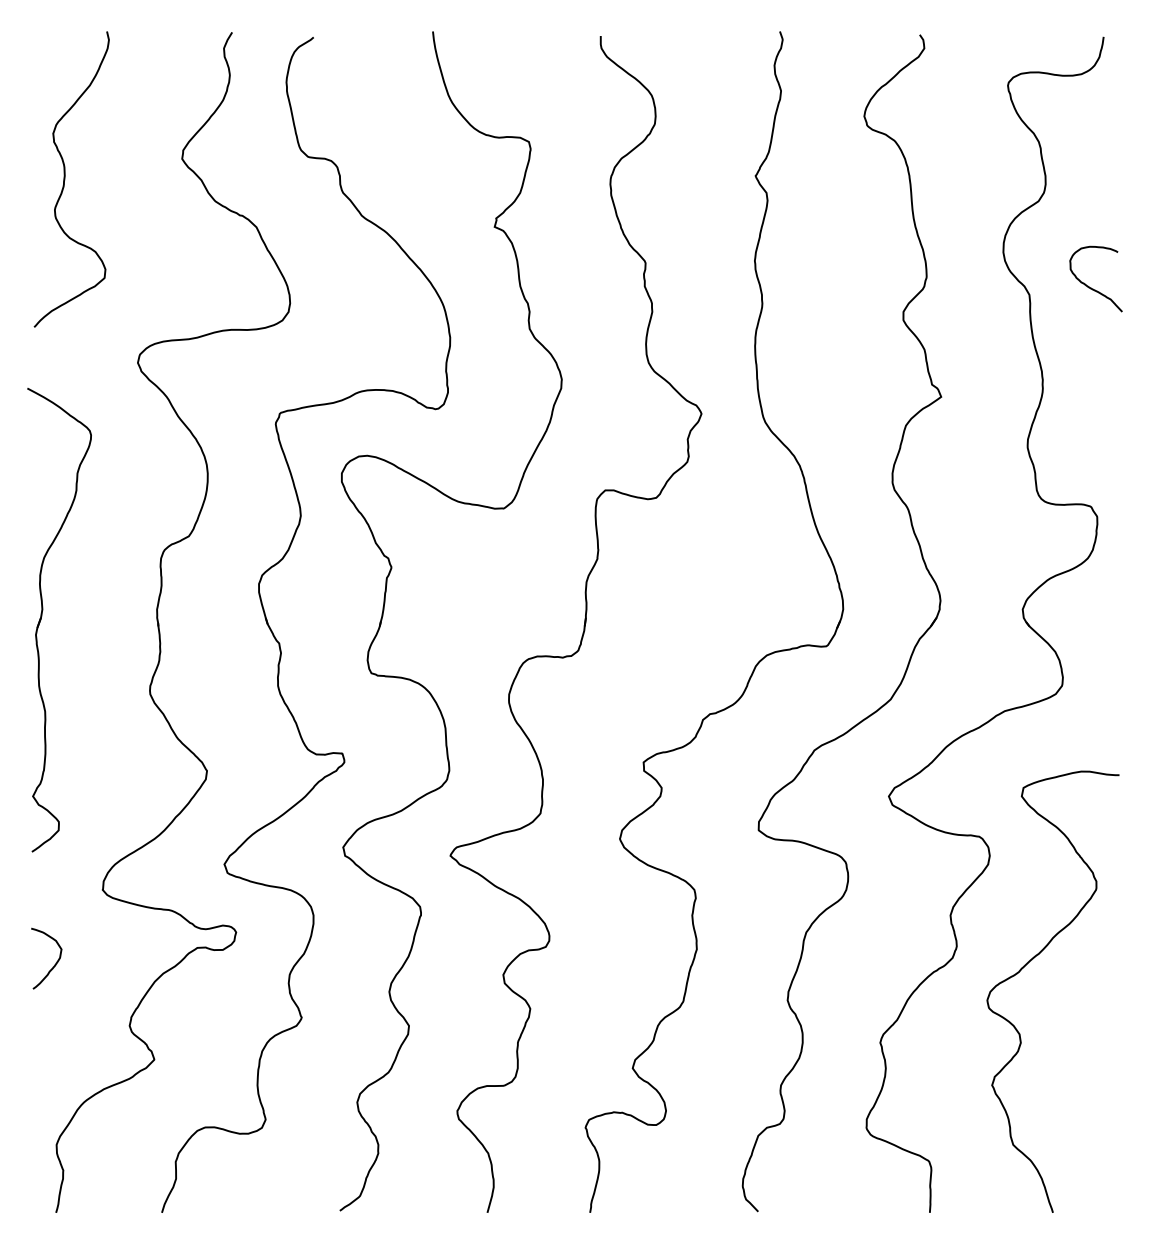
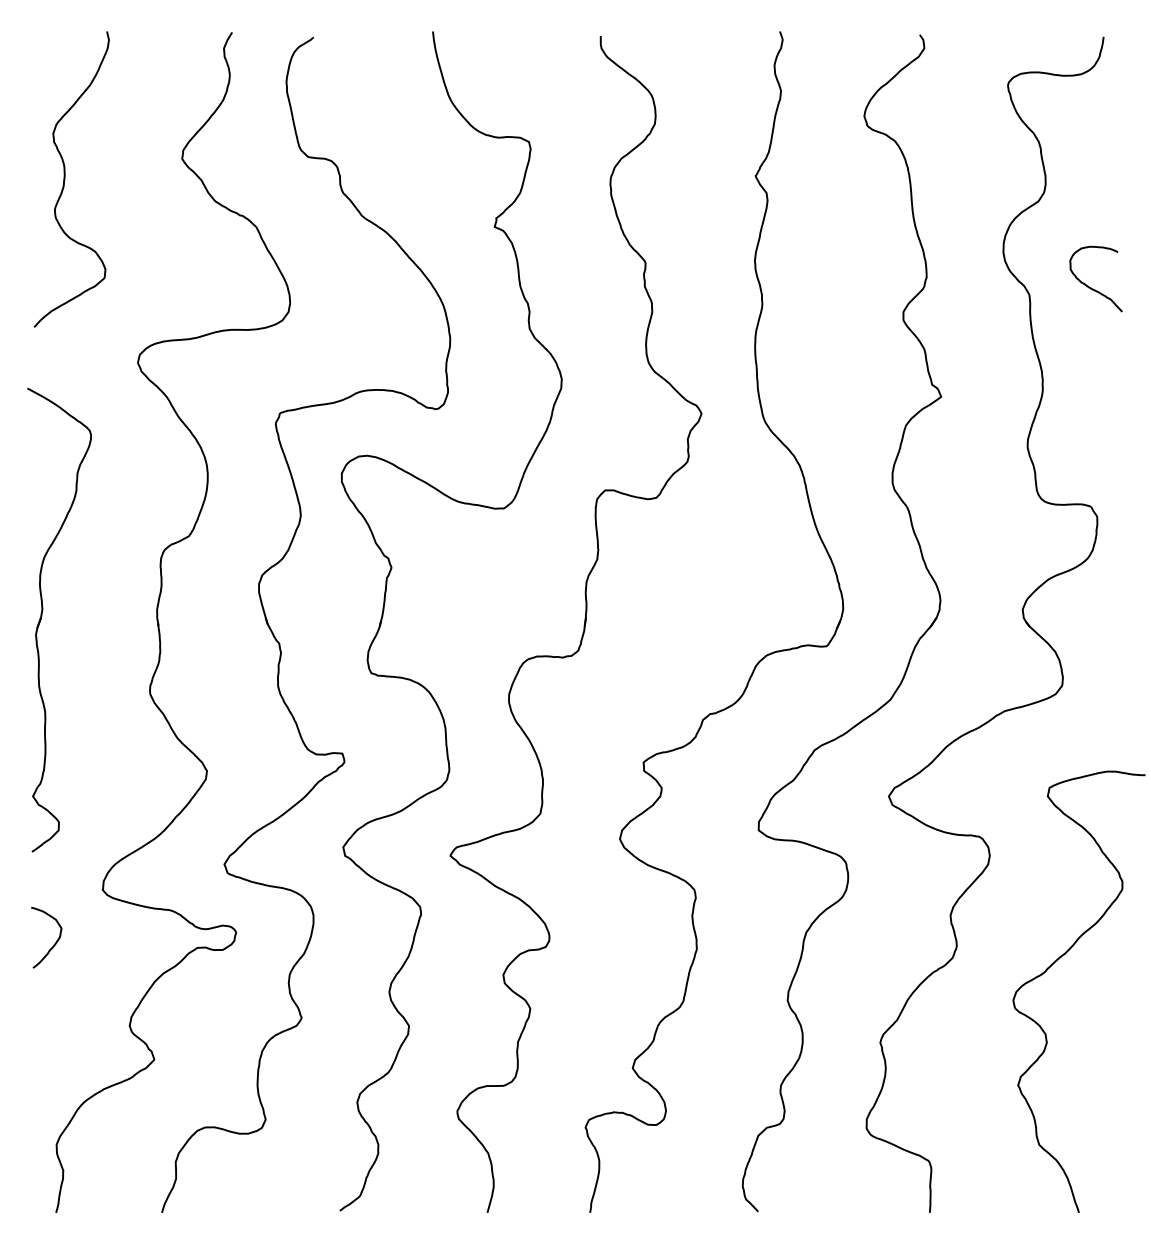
curve at (54, 964) position: (54, 964) -> (54, 943)
curve at (1026, 965) position: (1026, 965) -> (1052, 965)
